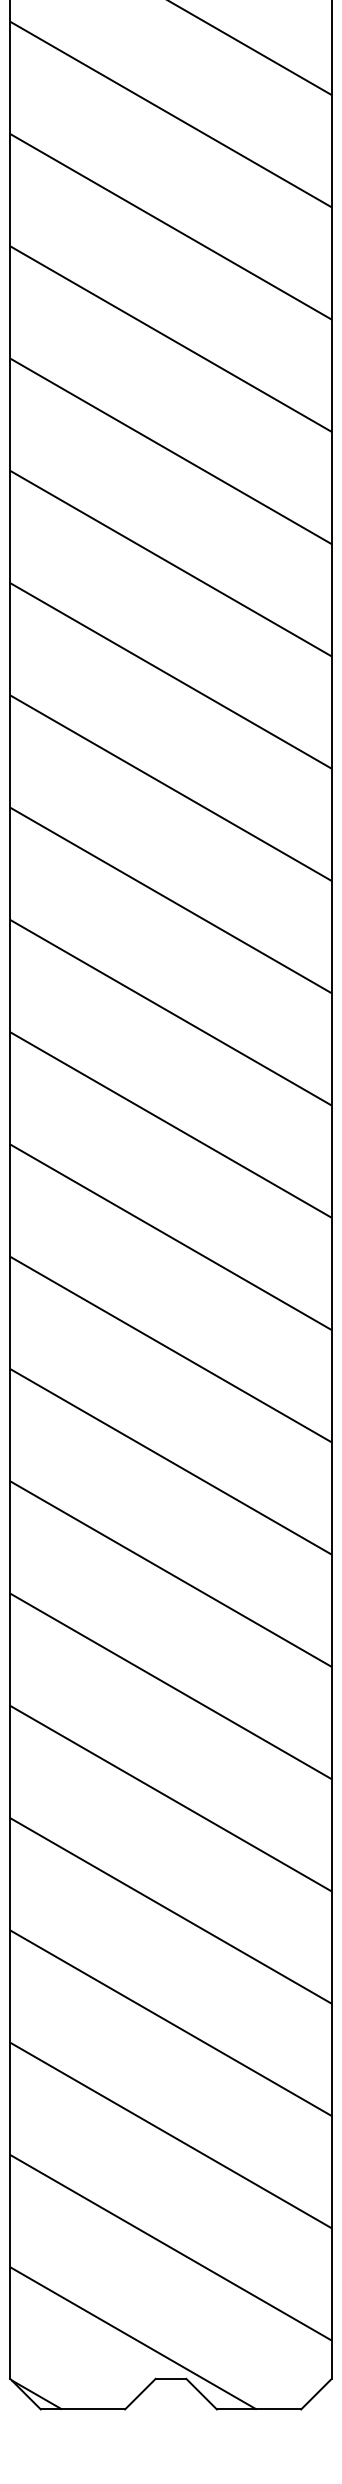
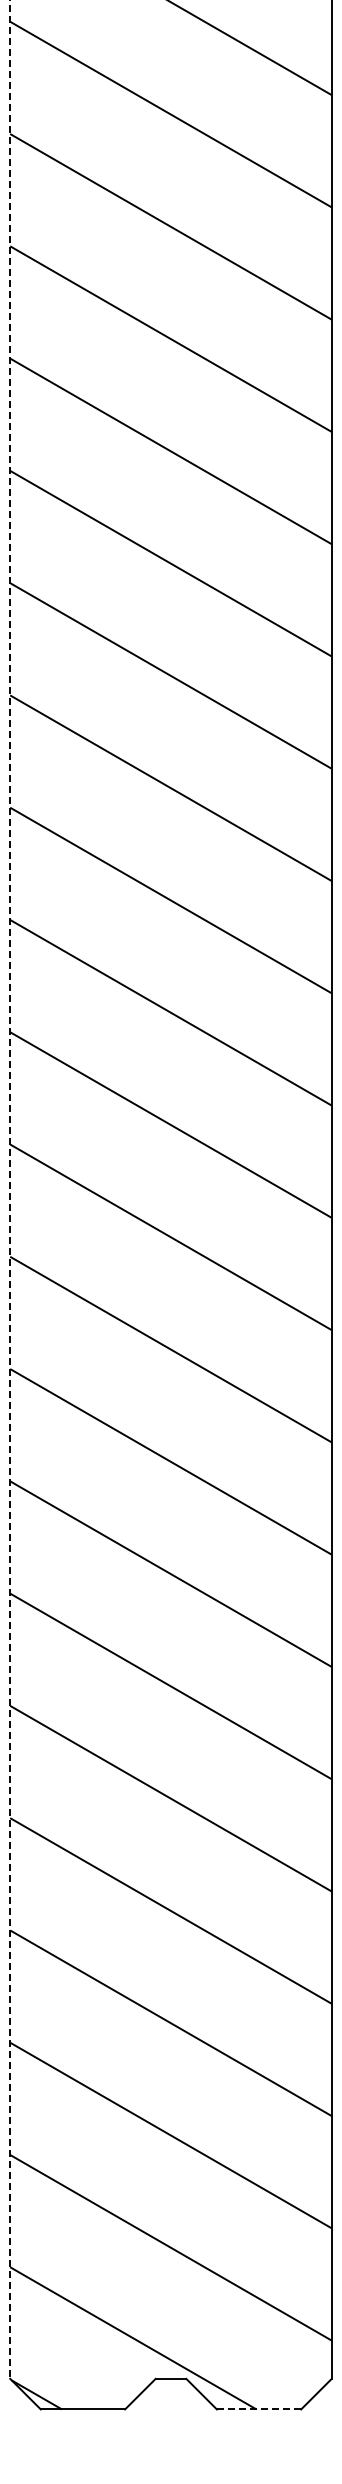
line at (10, 1190): solid -> dashed
line at (259, 2409): solid -> dashed
